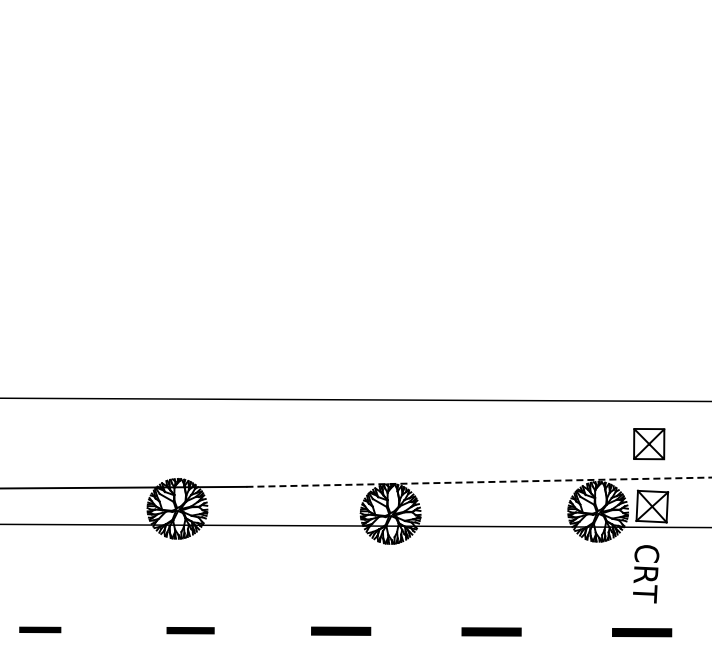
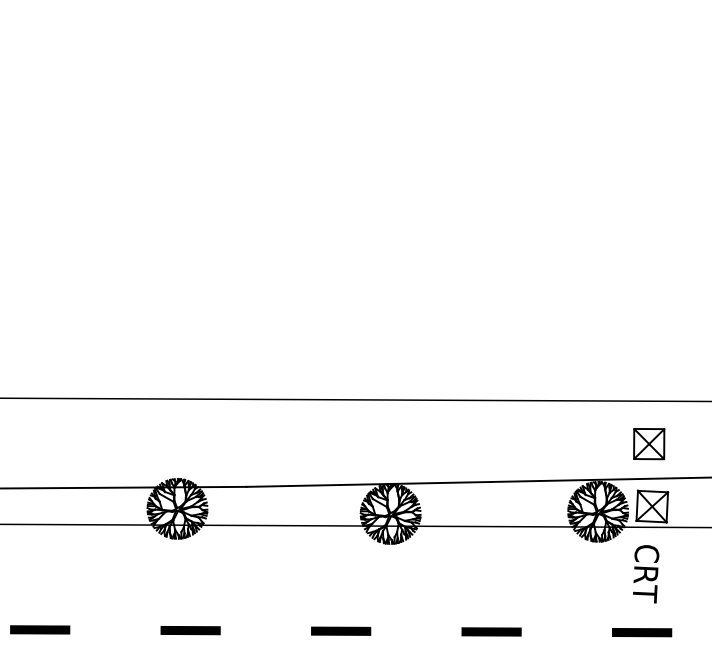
line at (479, 482): dashed -> solid
part at (40, 629) size: 43x8 px -> 61x10 px
part at (190, 630) size: 49x8 px -> 61x10 px
